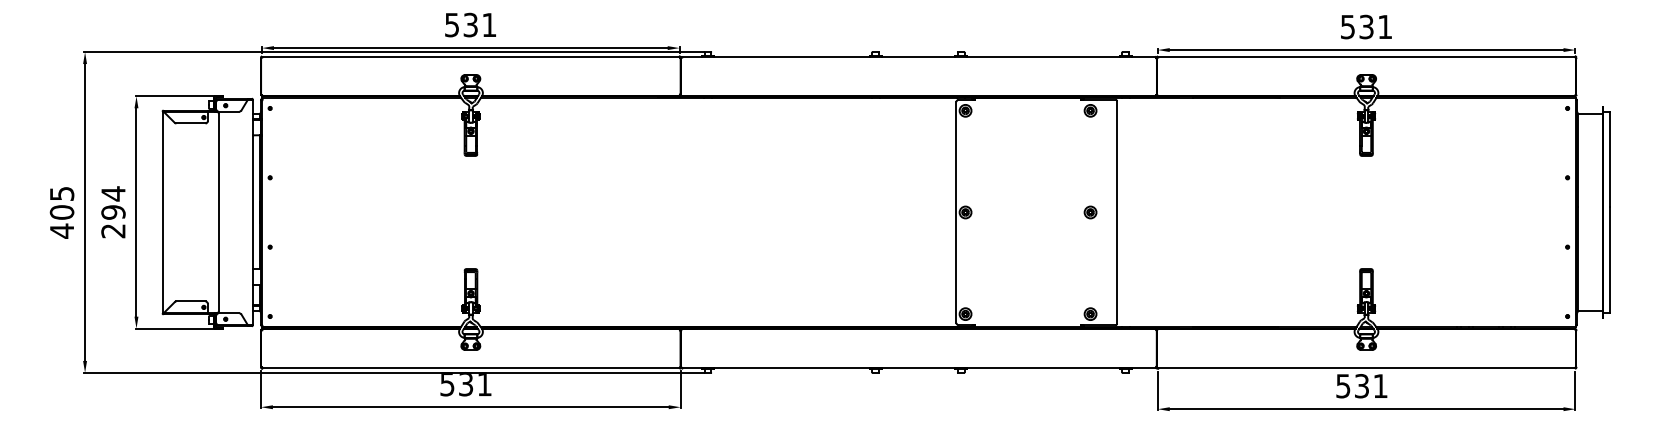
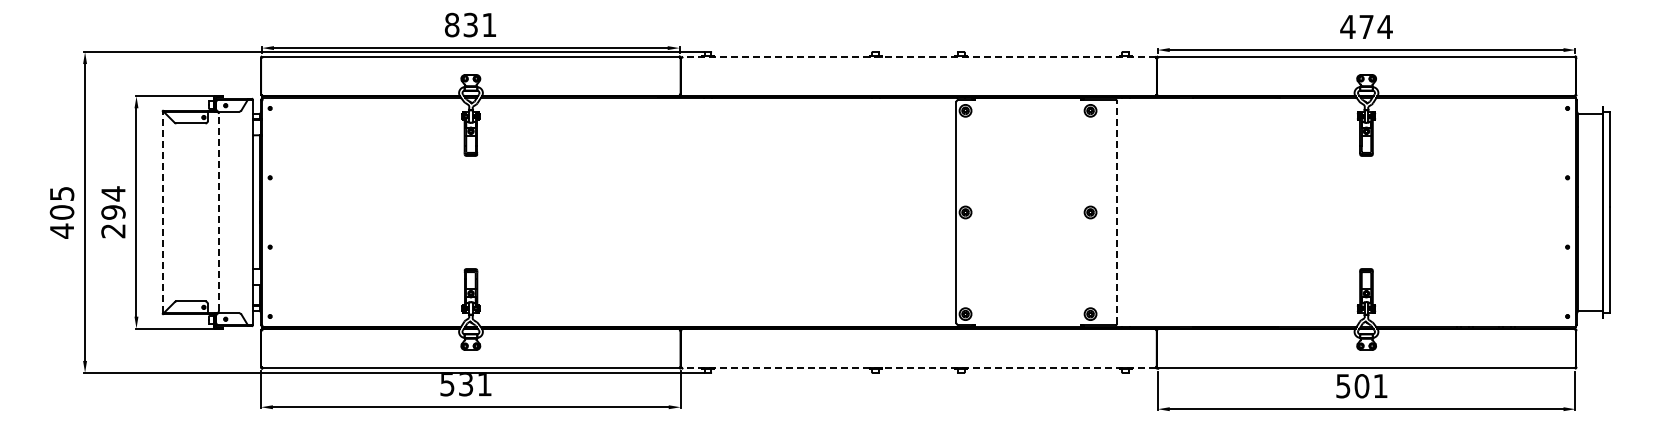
text at (451, 24): 531 -> 831
text at (1366, 26): 531 -> 474
line at (918, 57): solid -> dashed
line at (218, 211): solid -> dashed
line at (162, 212): solid -> dashed
line at (1117, 212): solid -> dashed
line at (918, 367): solid -> dashed
text at (1361, 386): 531 -> 501
